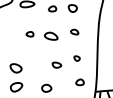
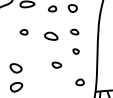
part at (29, 34) position: (29, 34) -> (23, 32)
part at (76, 58) position: (76, 58) -> (75, 51)
part at (46, 87): present -> none
